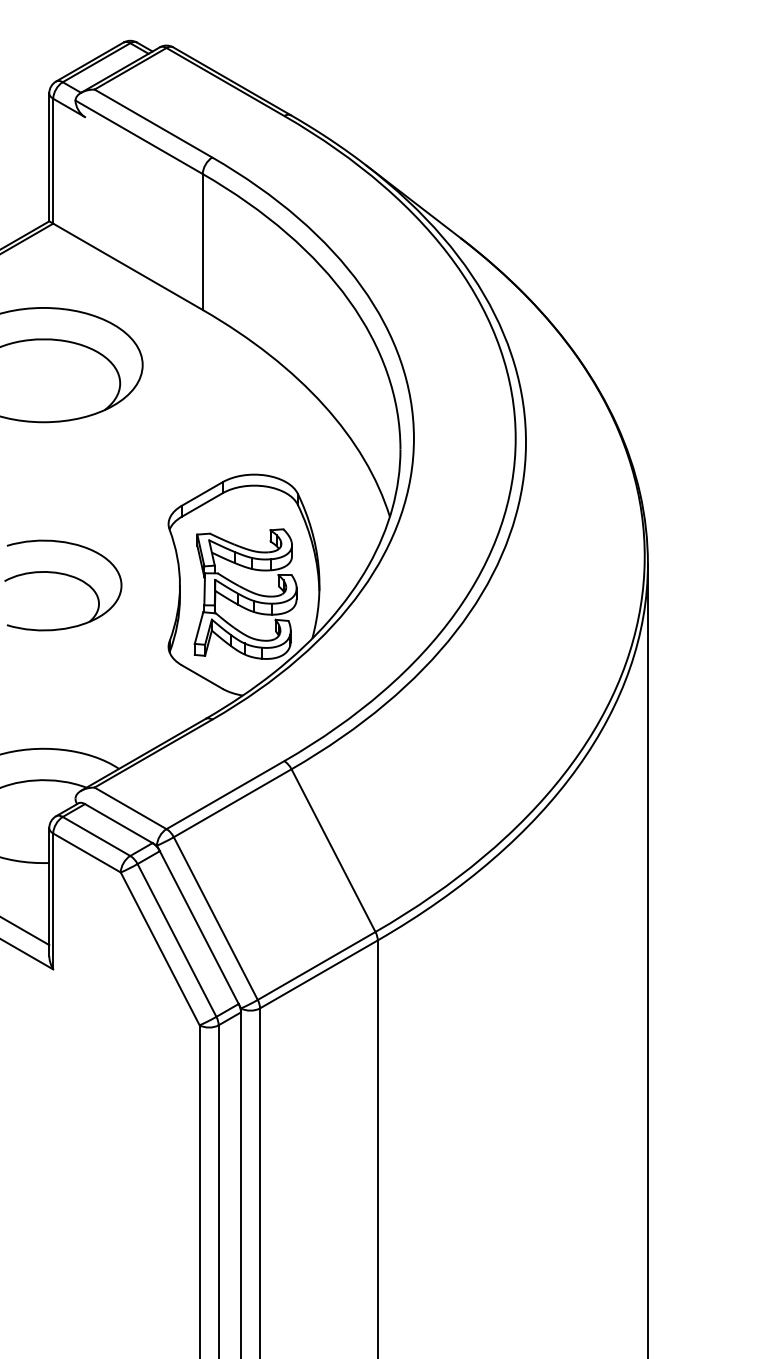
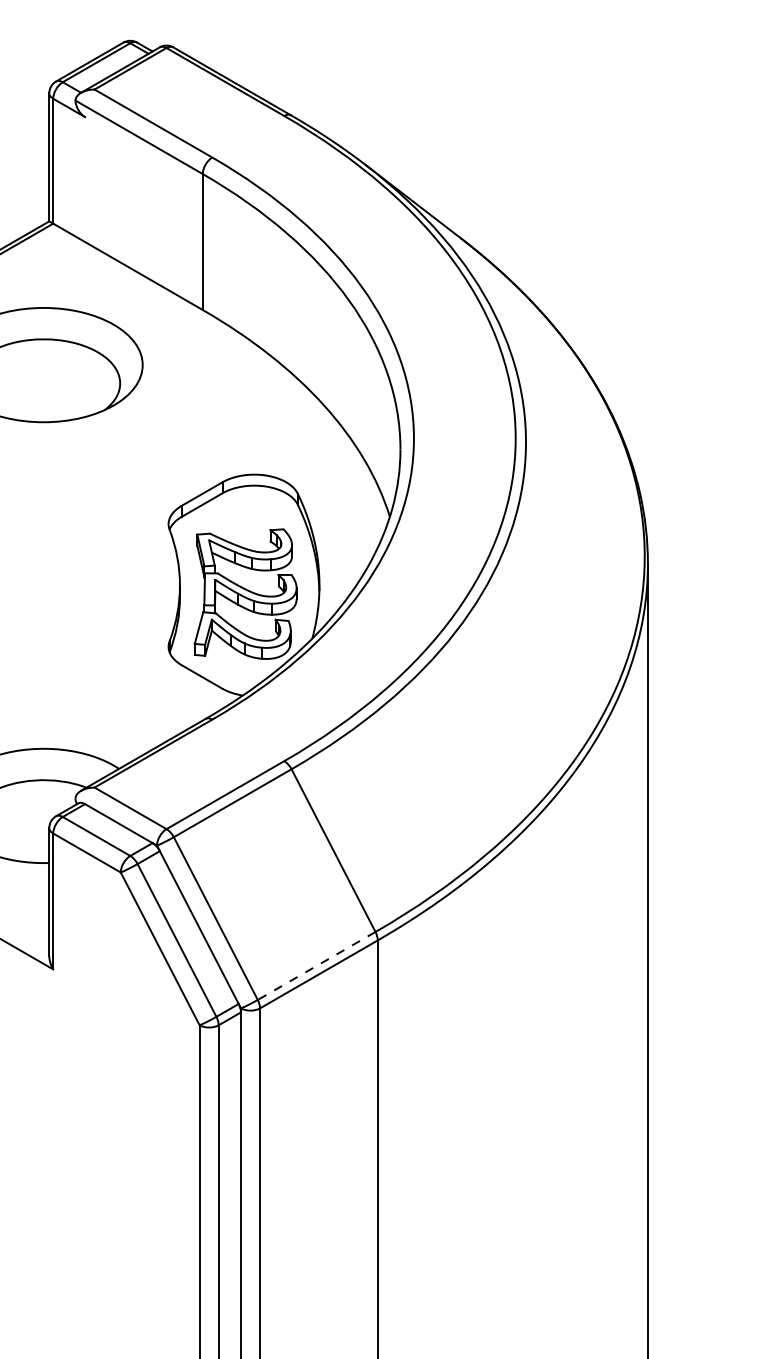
part at (64, 575): present -> none
line at (25, 931): present -> none
line at (316, 965): solid -> dashed
